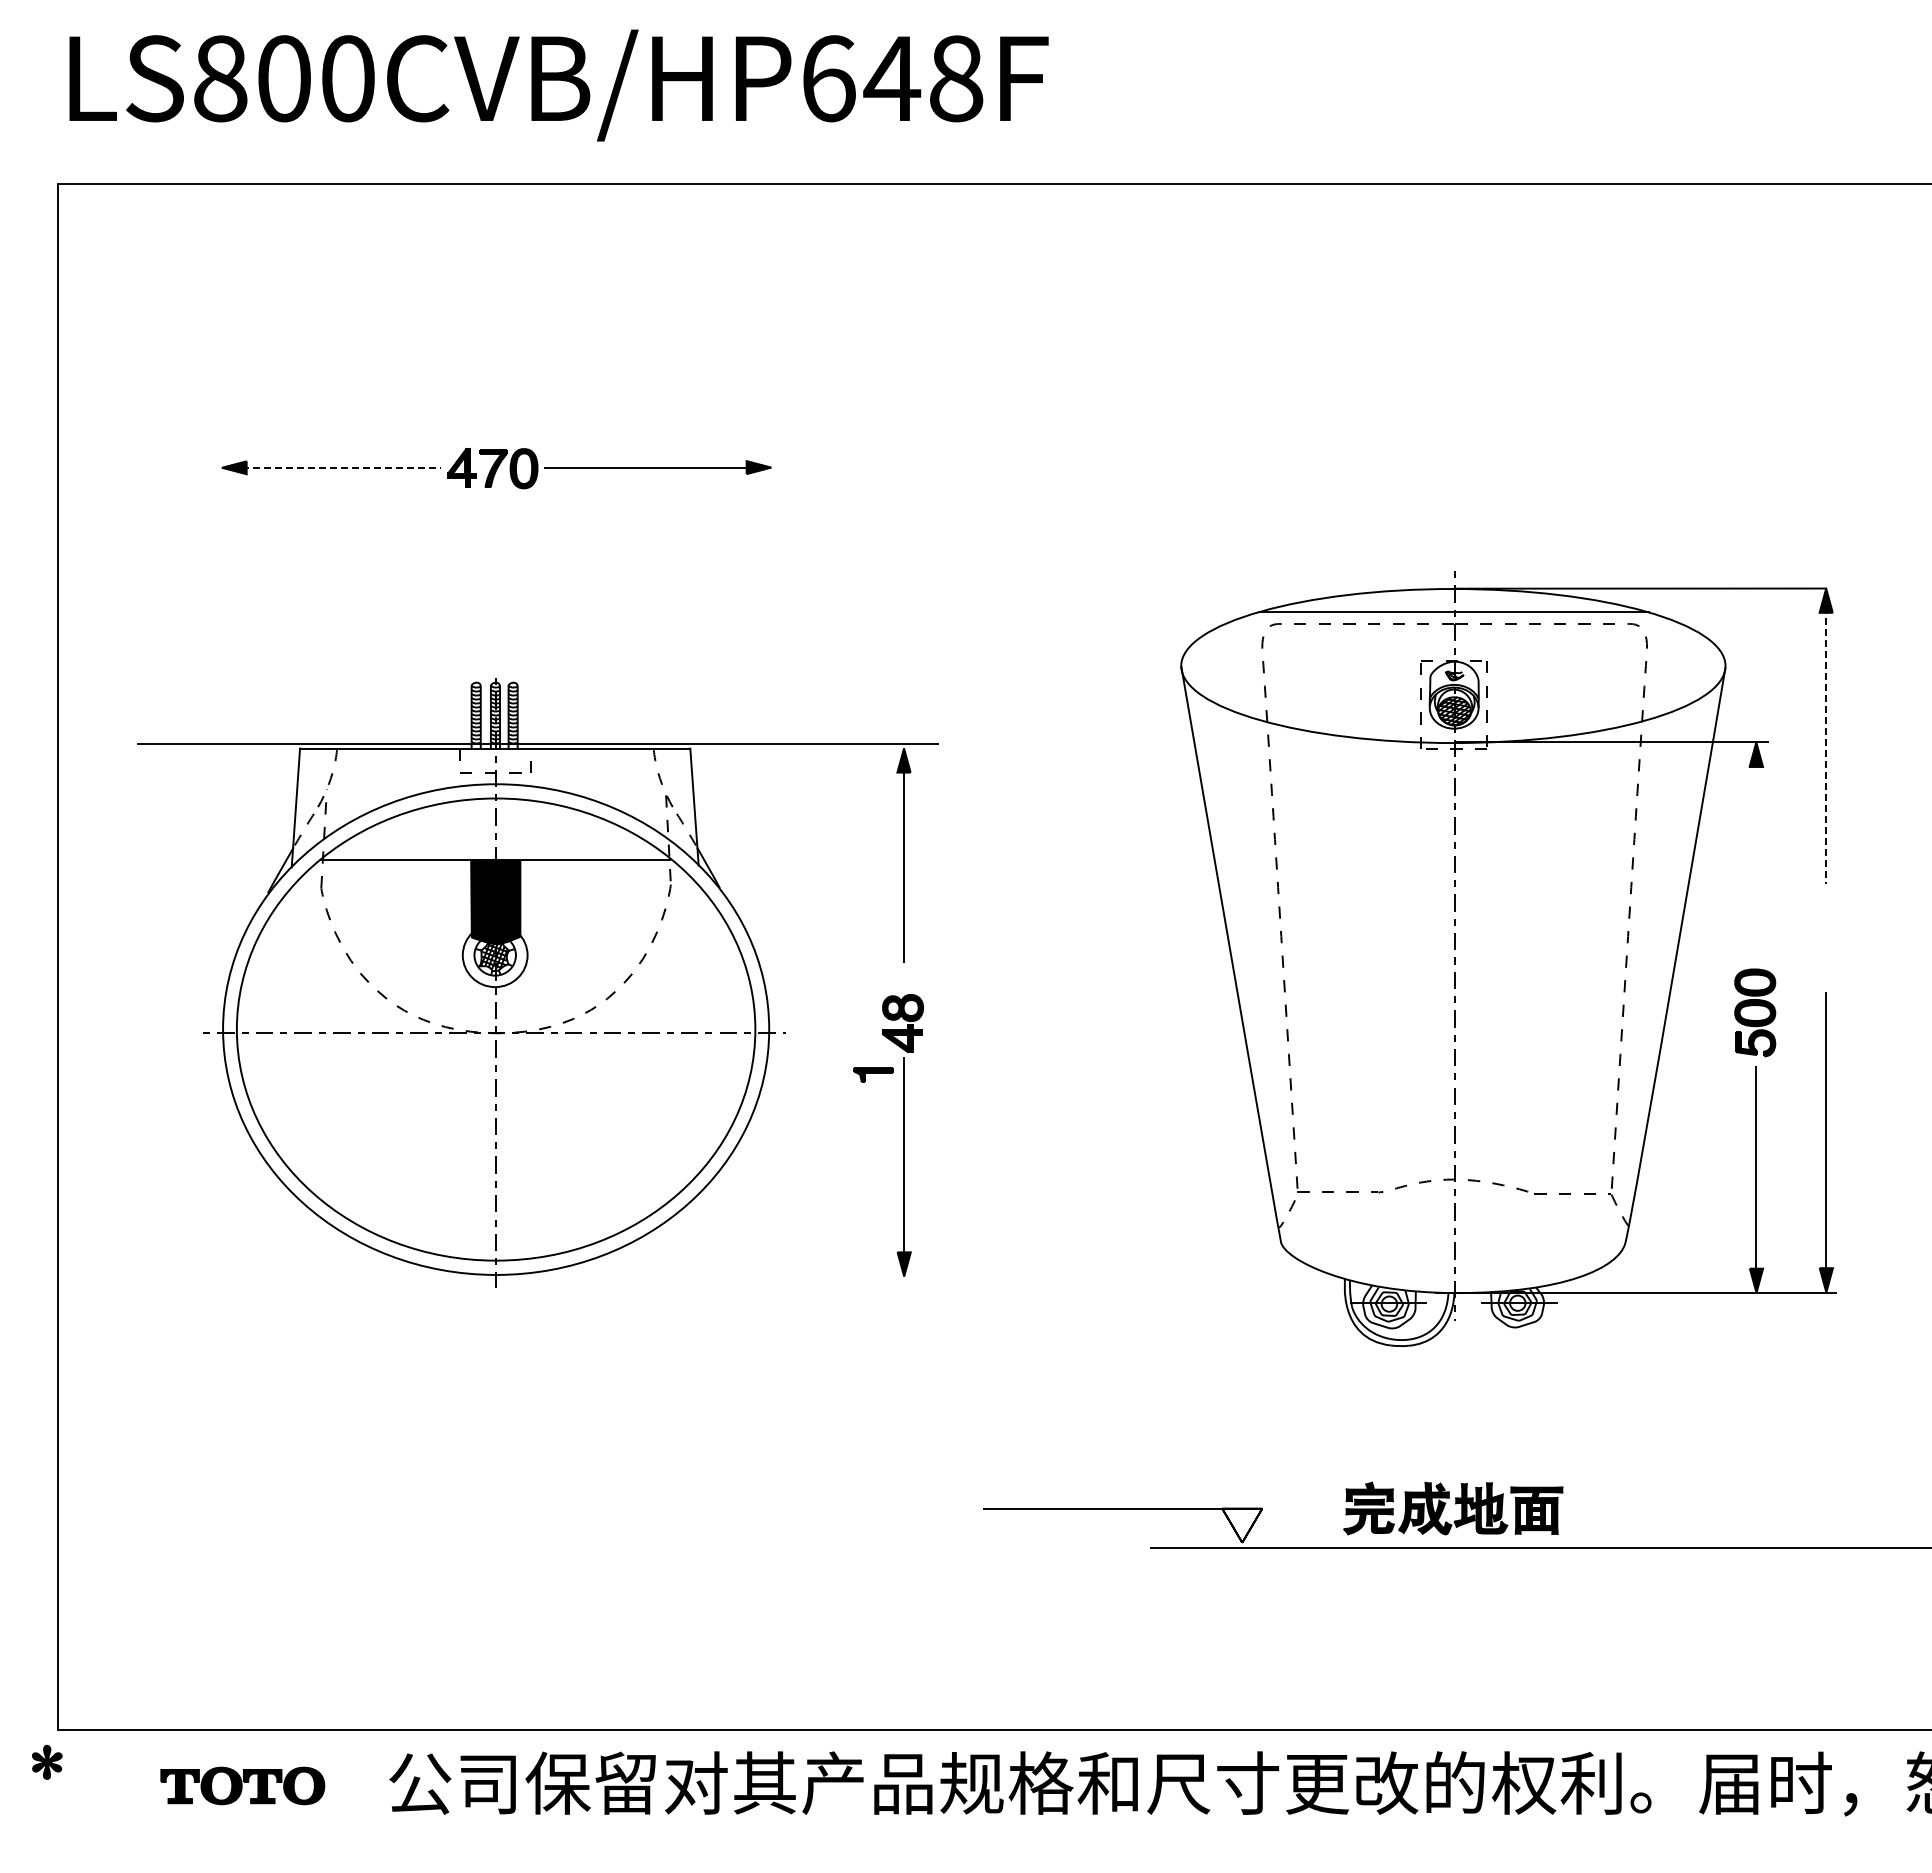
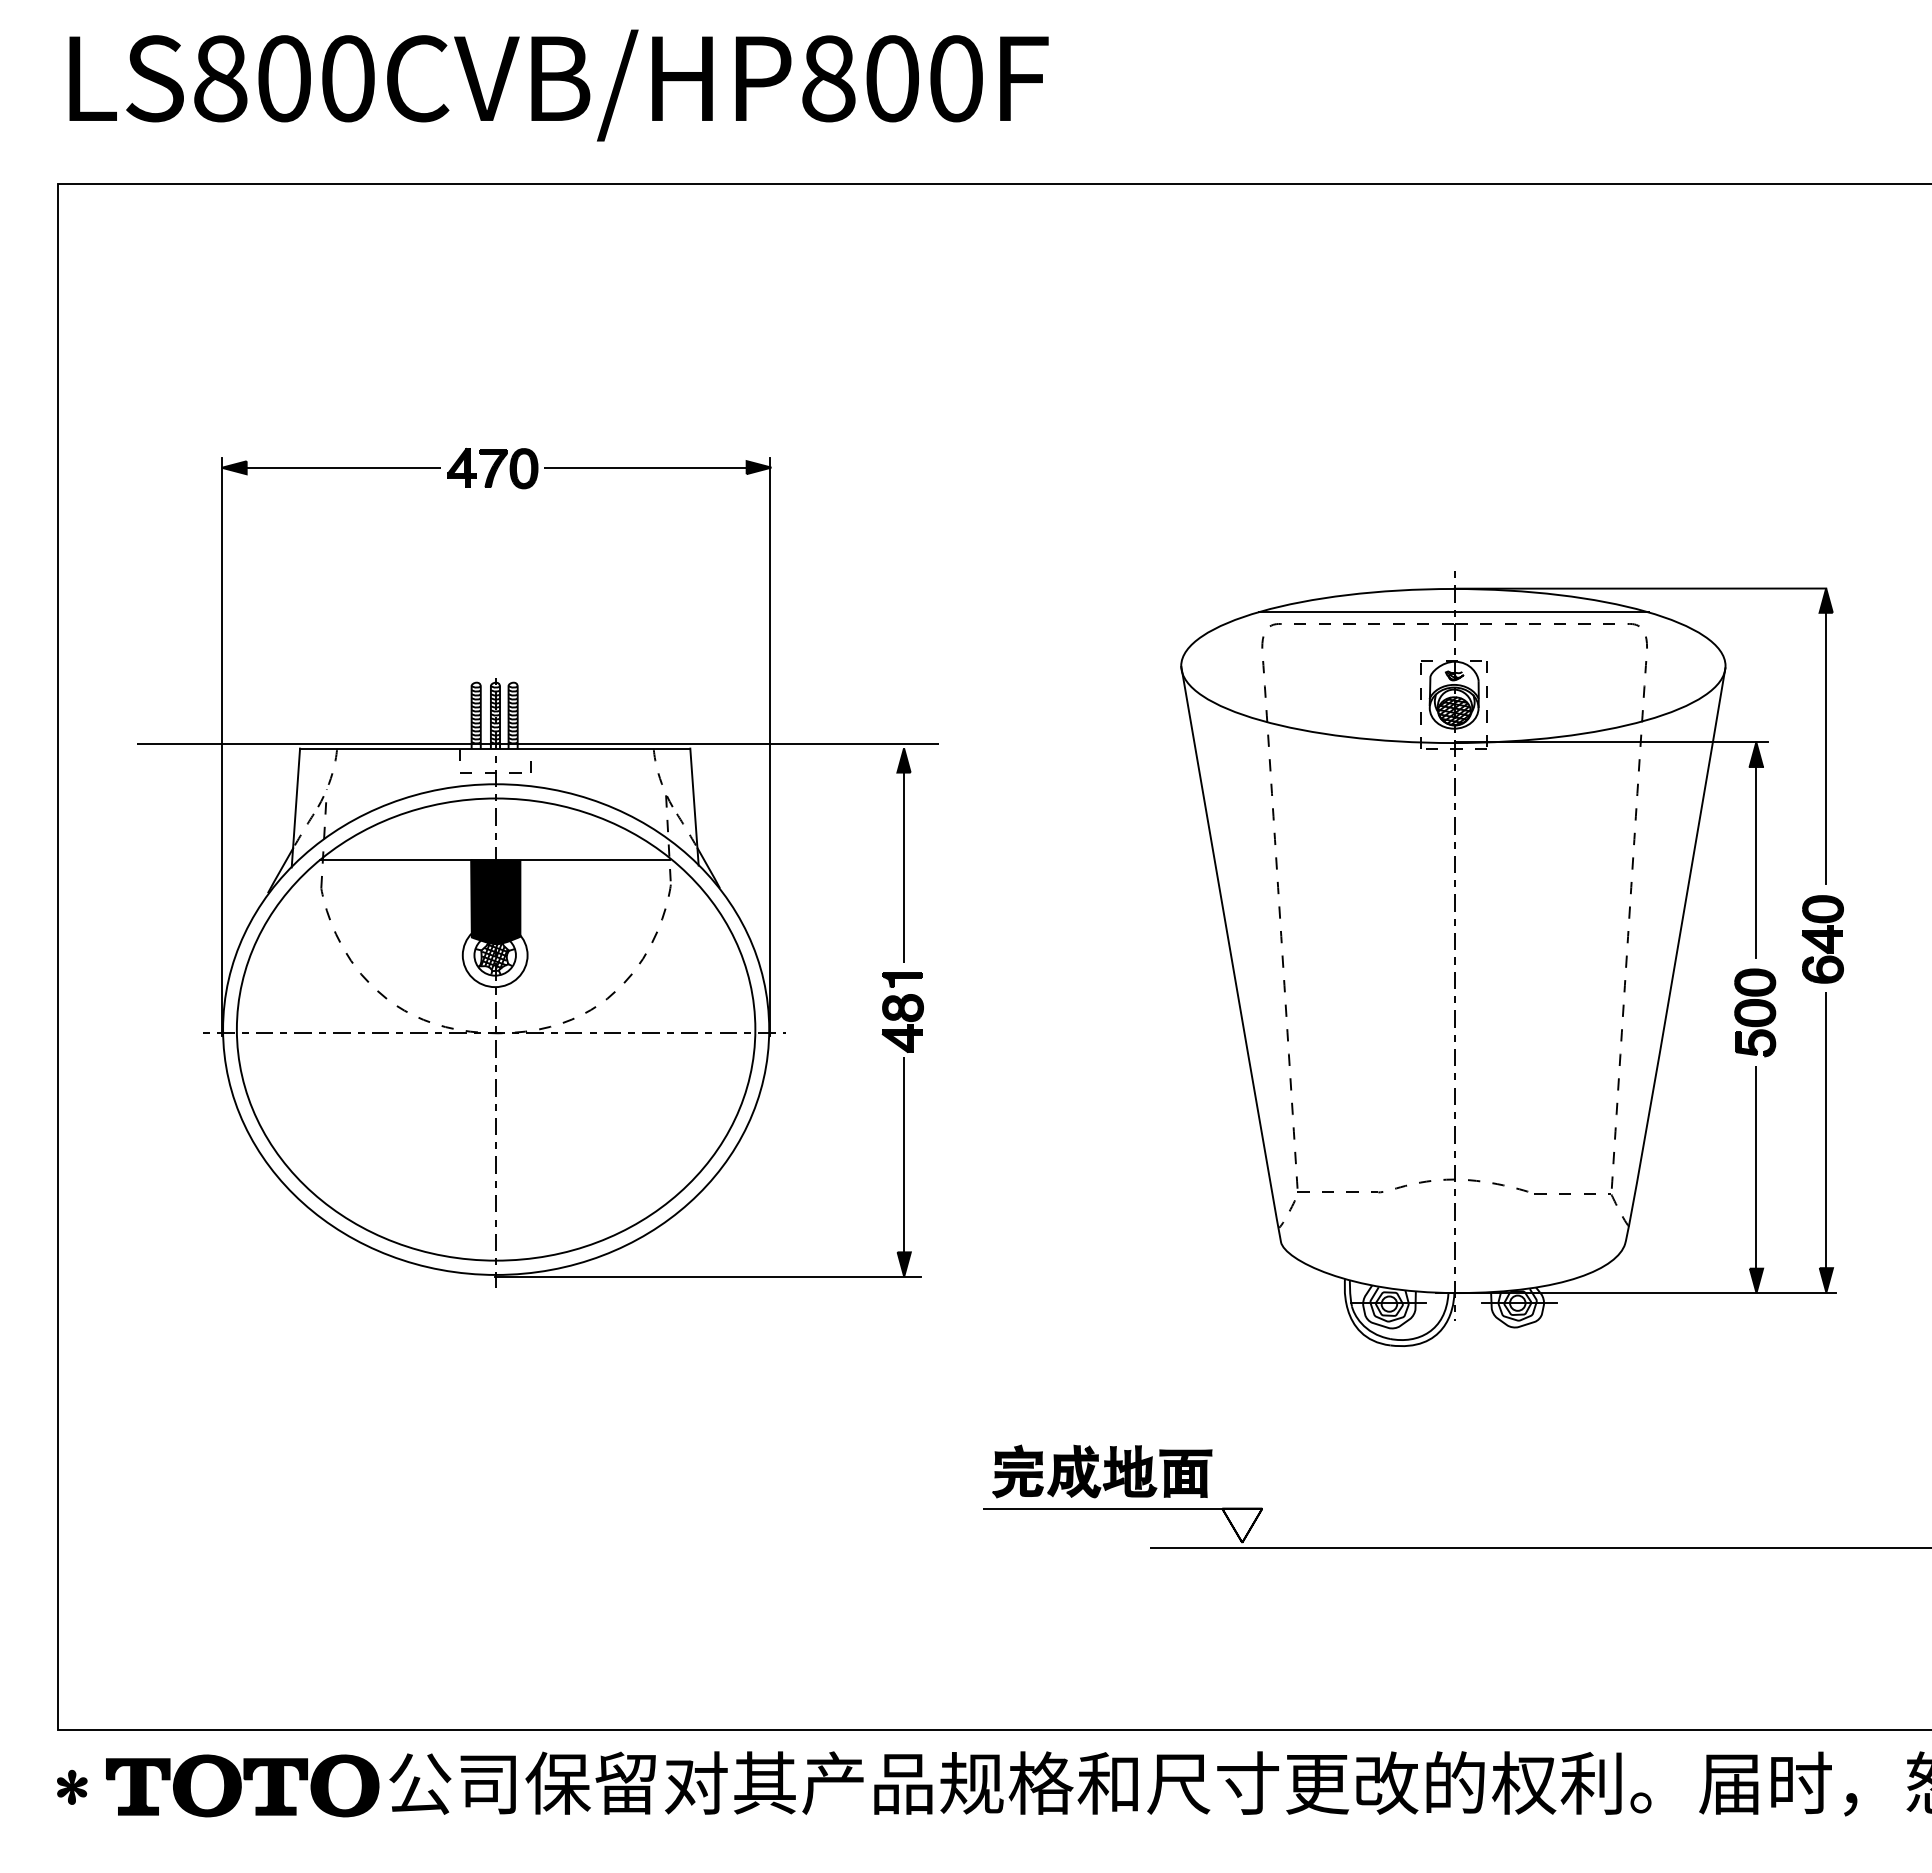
text at (892, 78): LS800CVB/HP648F -> LS800CVB/HP800F
line at (341, 467): dashed -> solid
line at (1826, 745): dashed -> solid
line at (222, 746): none -> present
line at (770, 746): none -> present
line at (1756, 858): none -> present
part at (1822, 939): none -> present
part at (873, 1074) position: (873, 1074) -> (902, 979)
line at (707, 1277): none -> present
part at (1453, 1508) position: (1453, 1508) -> (1102, 1471)
part at (47, 1761) position: (47, 1761) -> (72, 1786)
part at (242, 1785) size: 166x40 px -> 274x64 px
